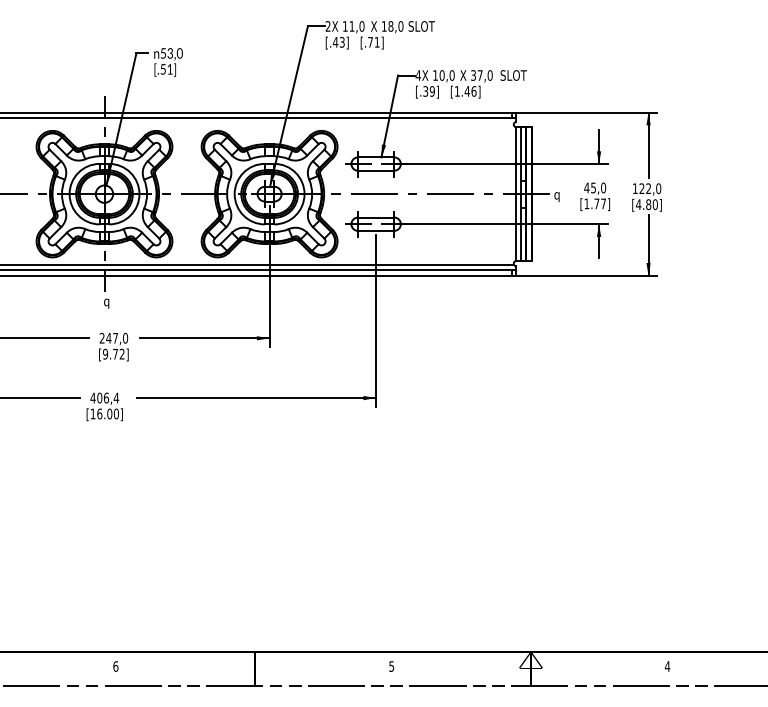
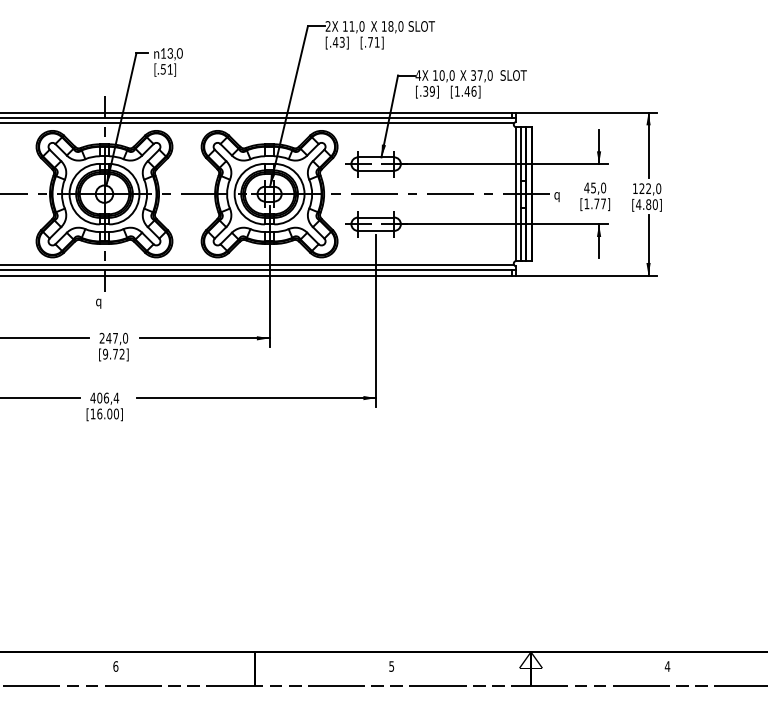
text at (162, 53): 53,0 -> 13,0
line at (258, 123): none -> present
text at (106, 303) position: (106, 303) -> (98, 303)
